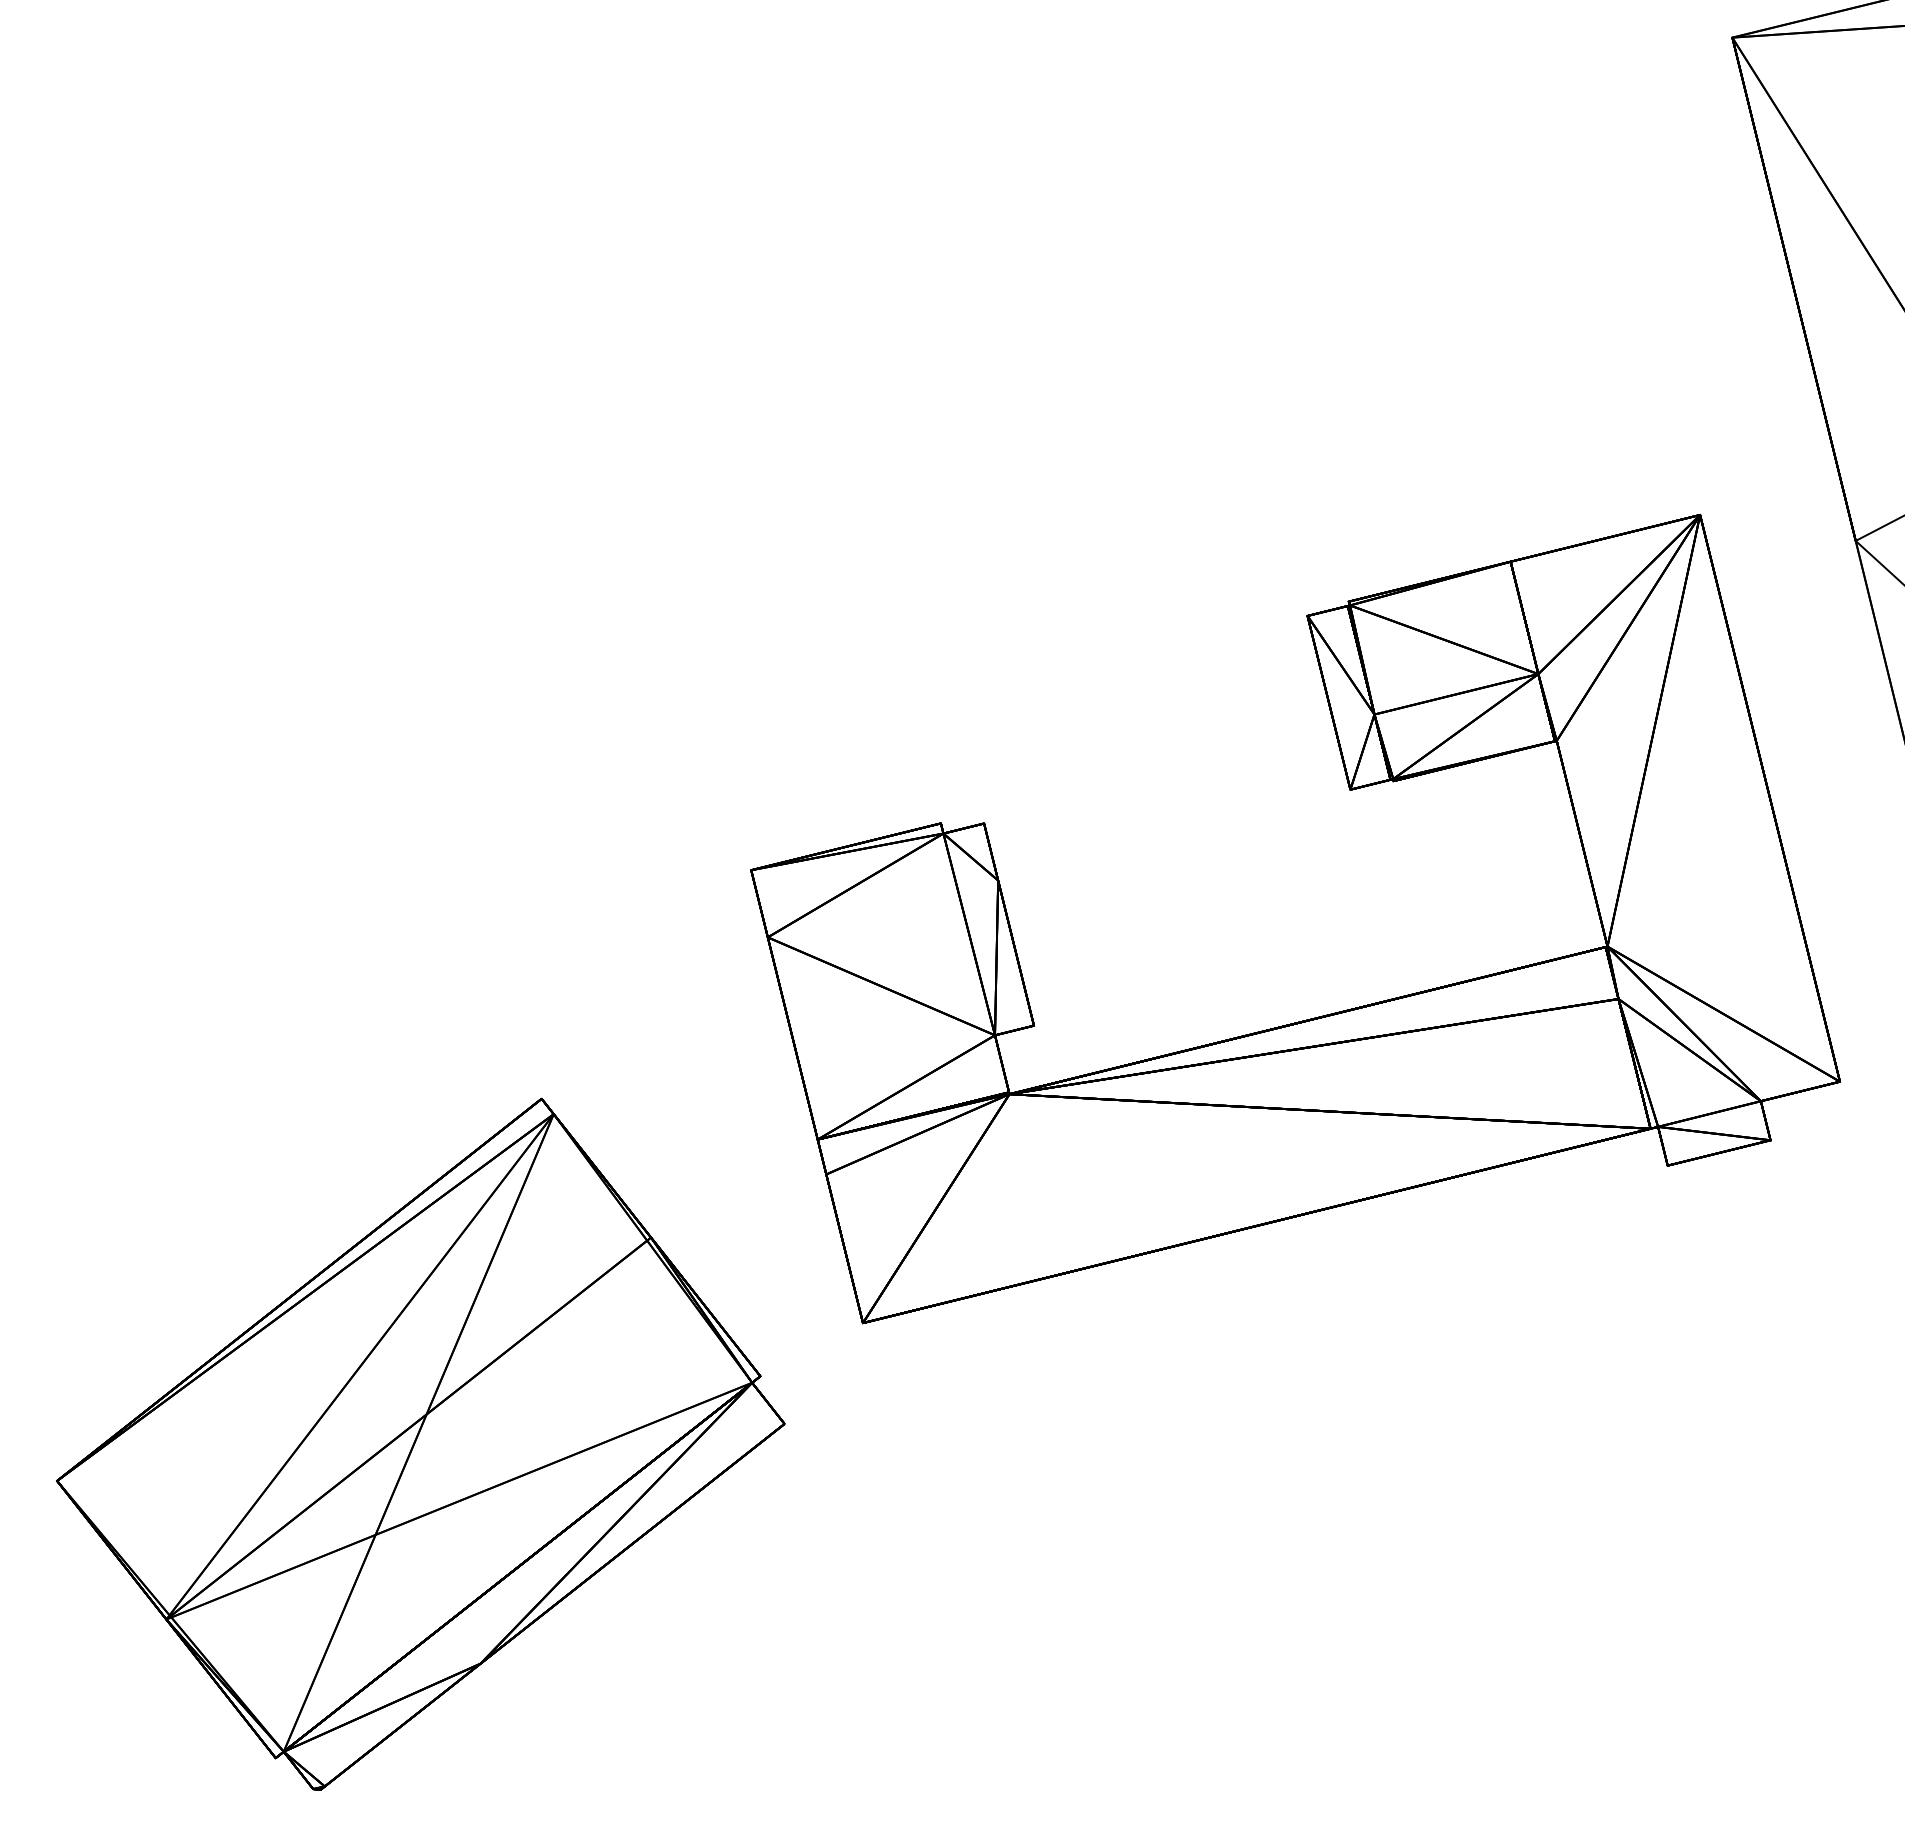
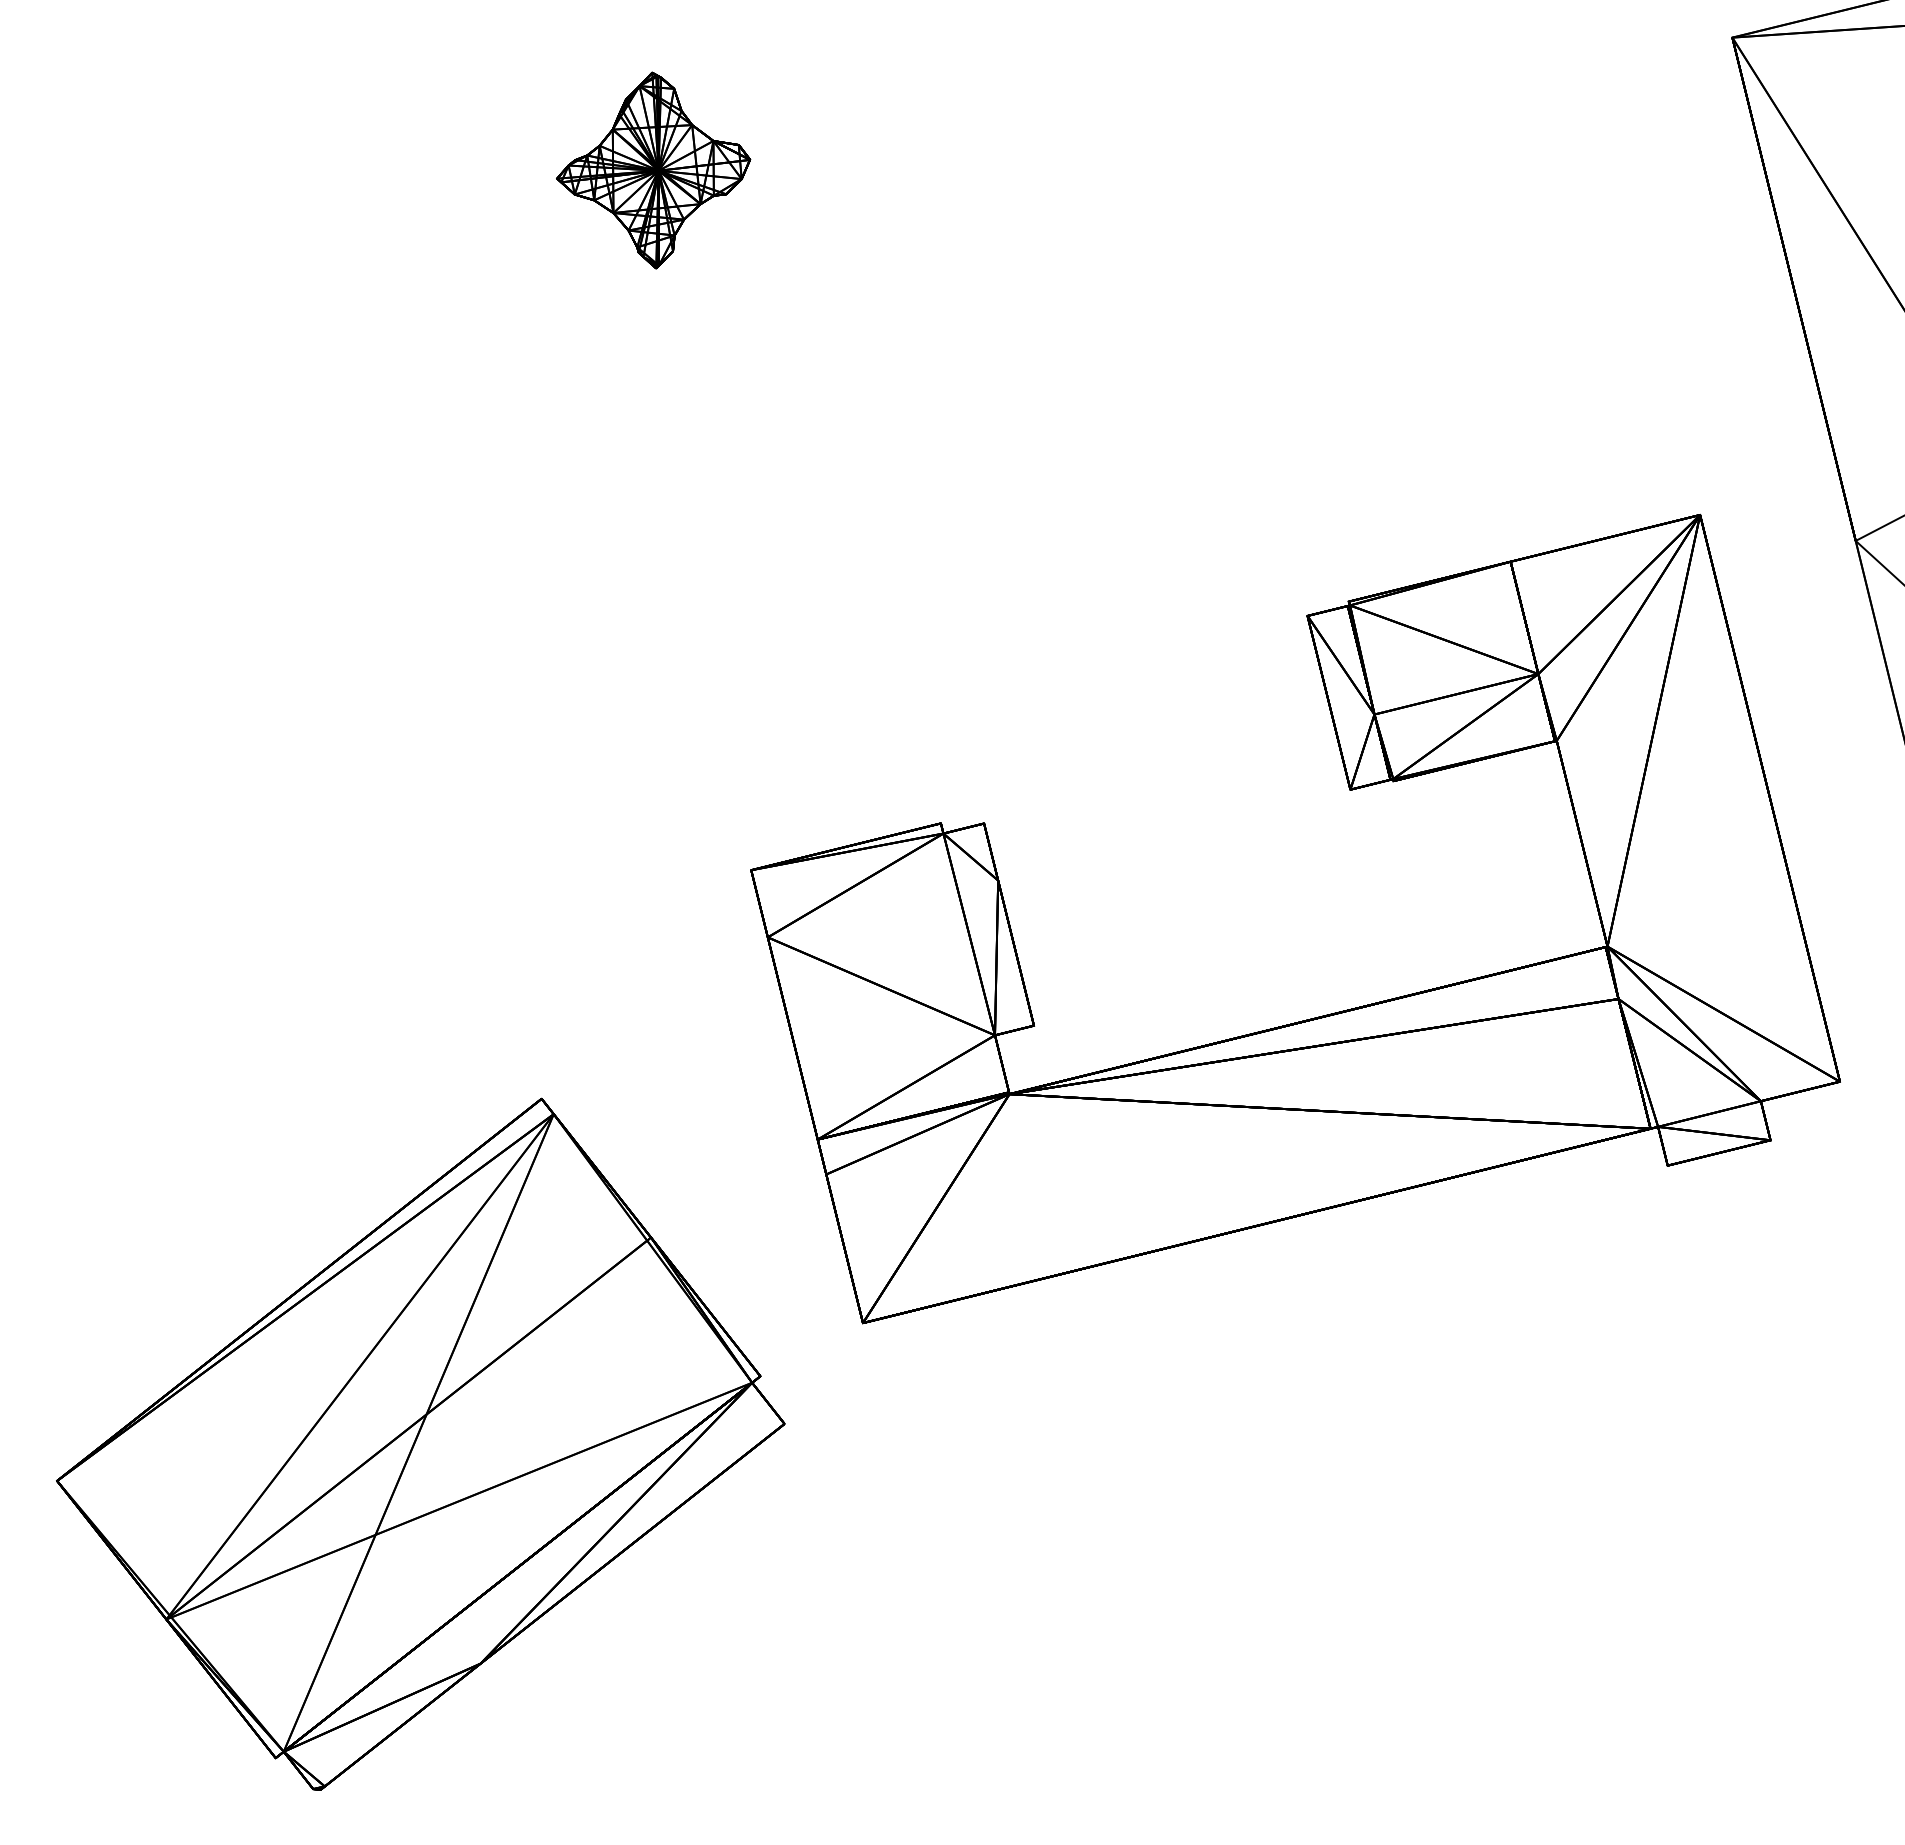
part at (653, 170): none -> present
